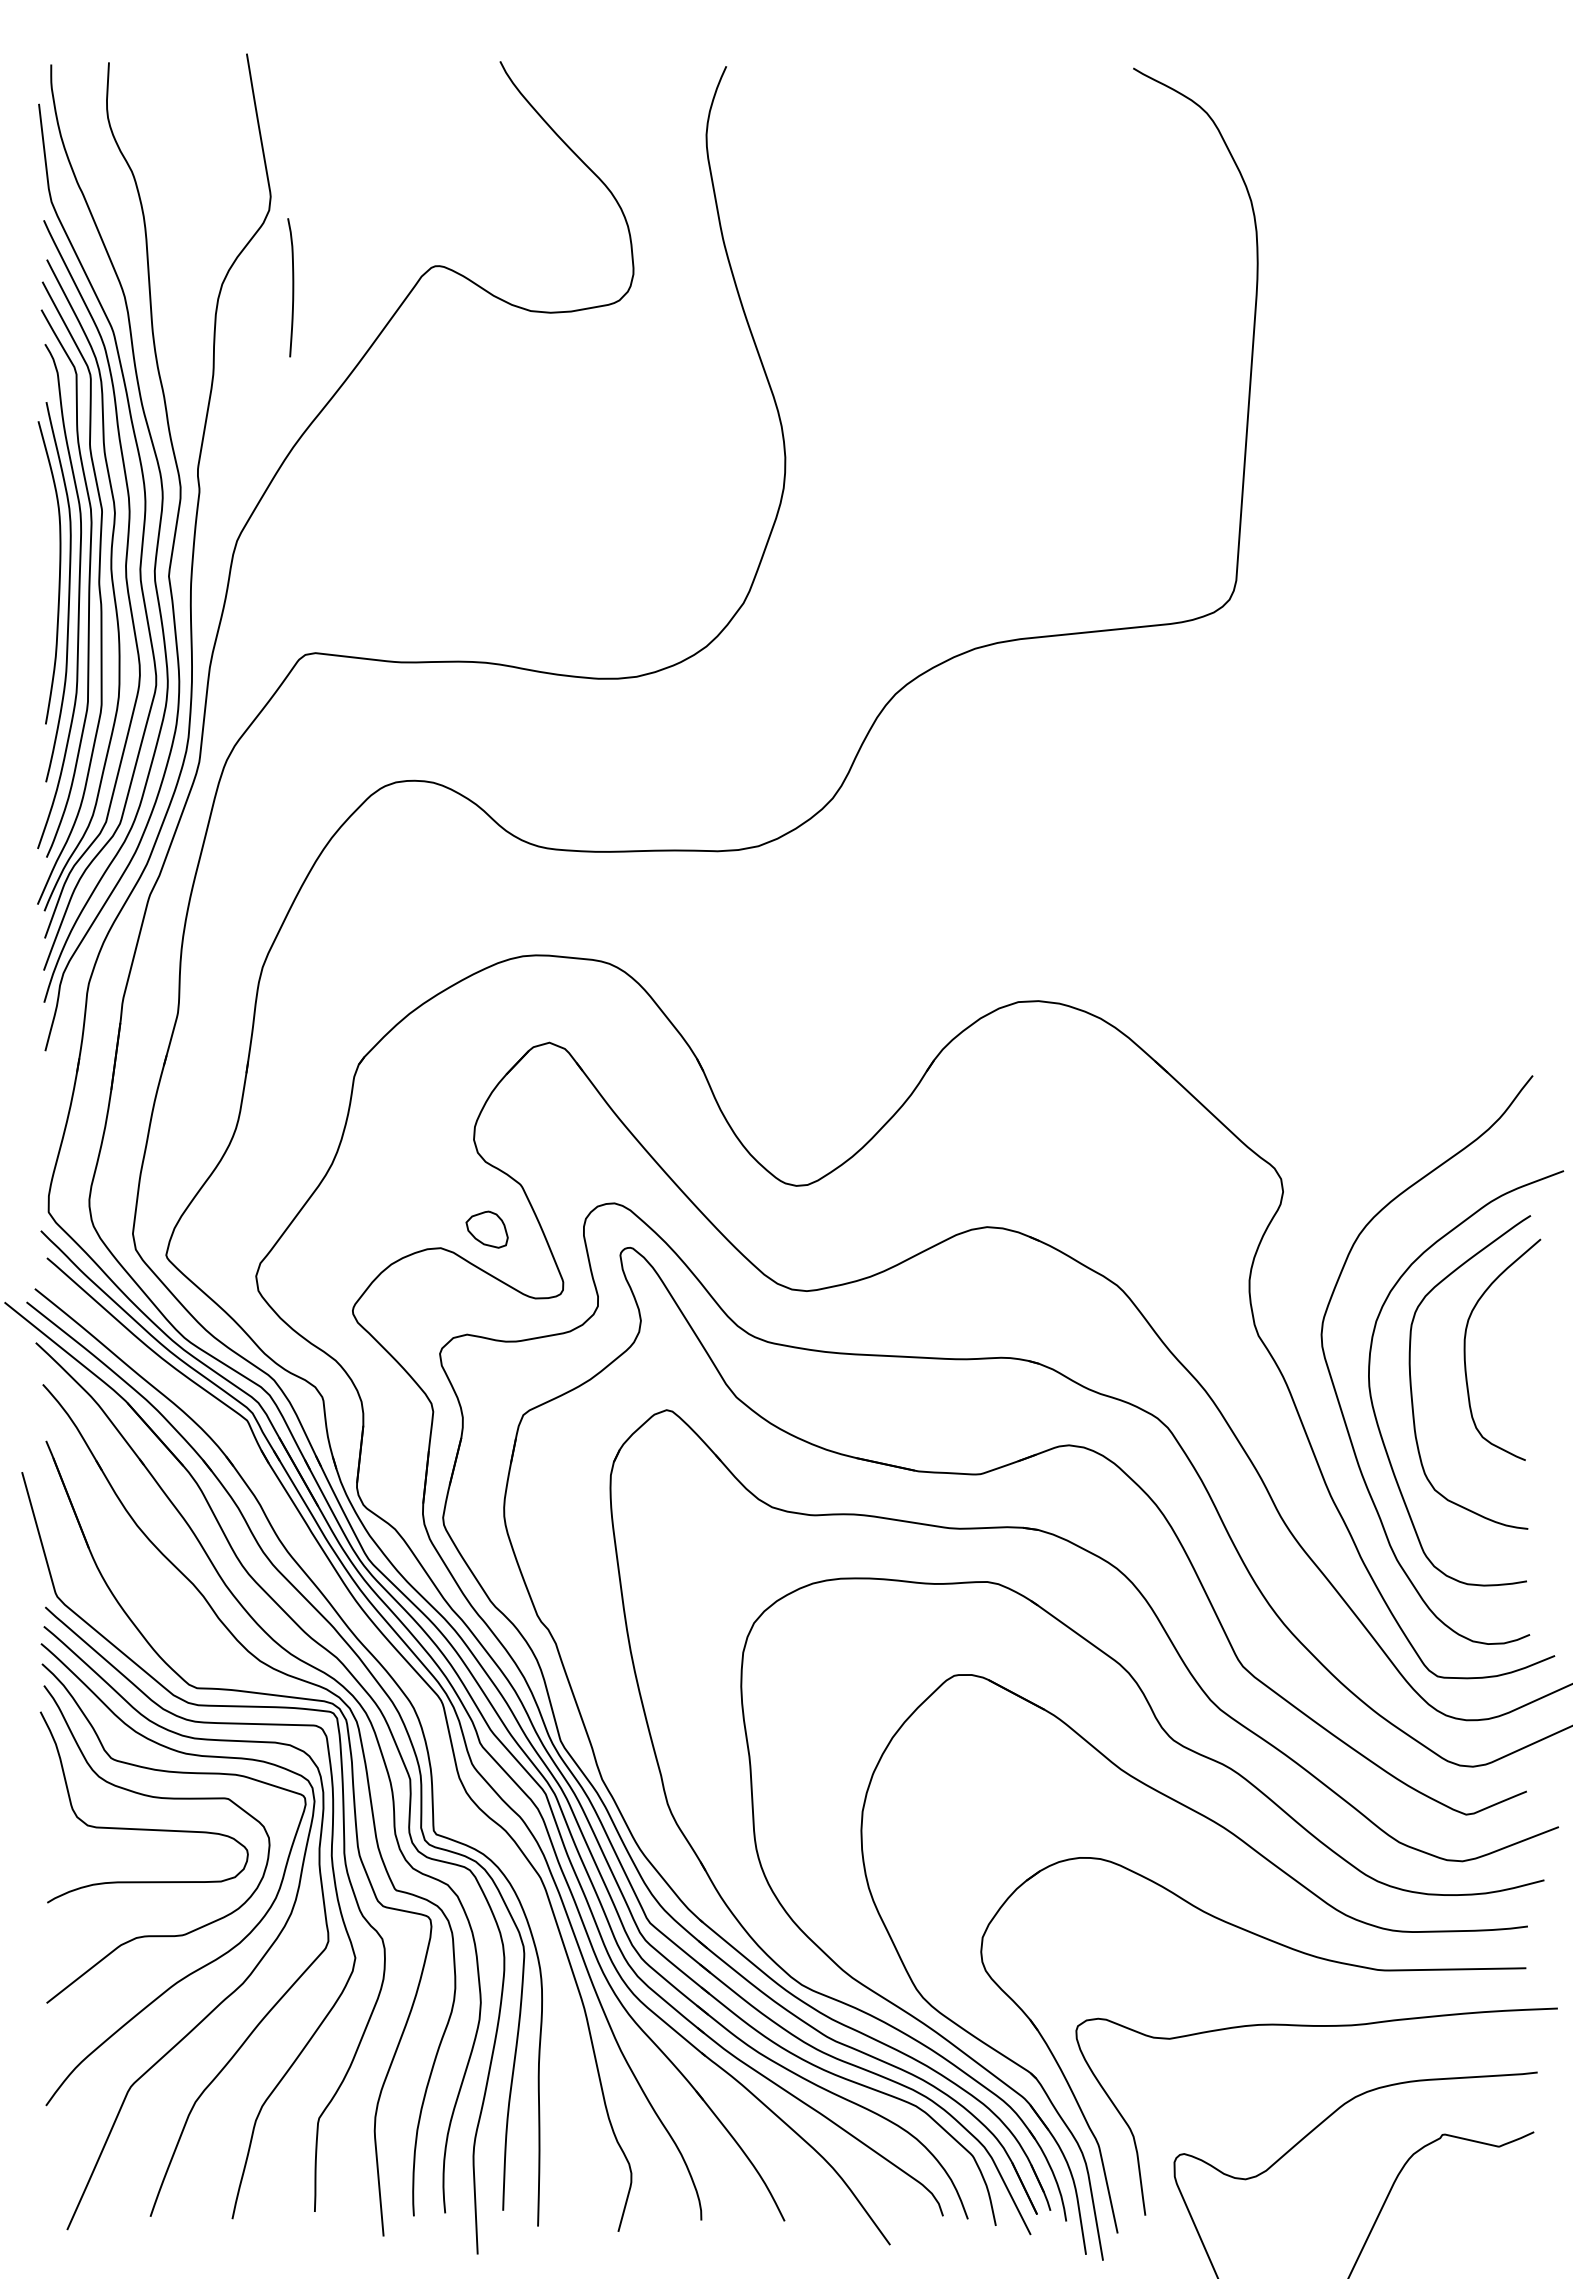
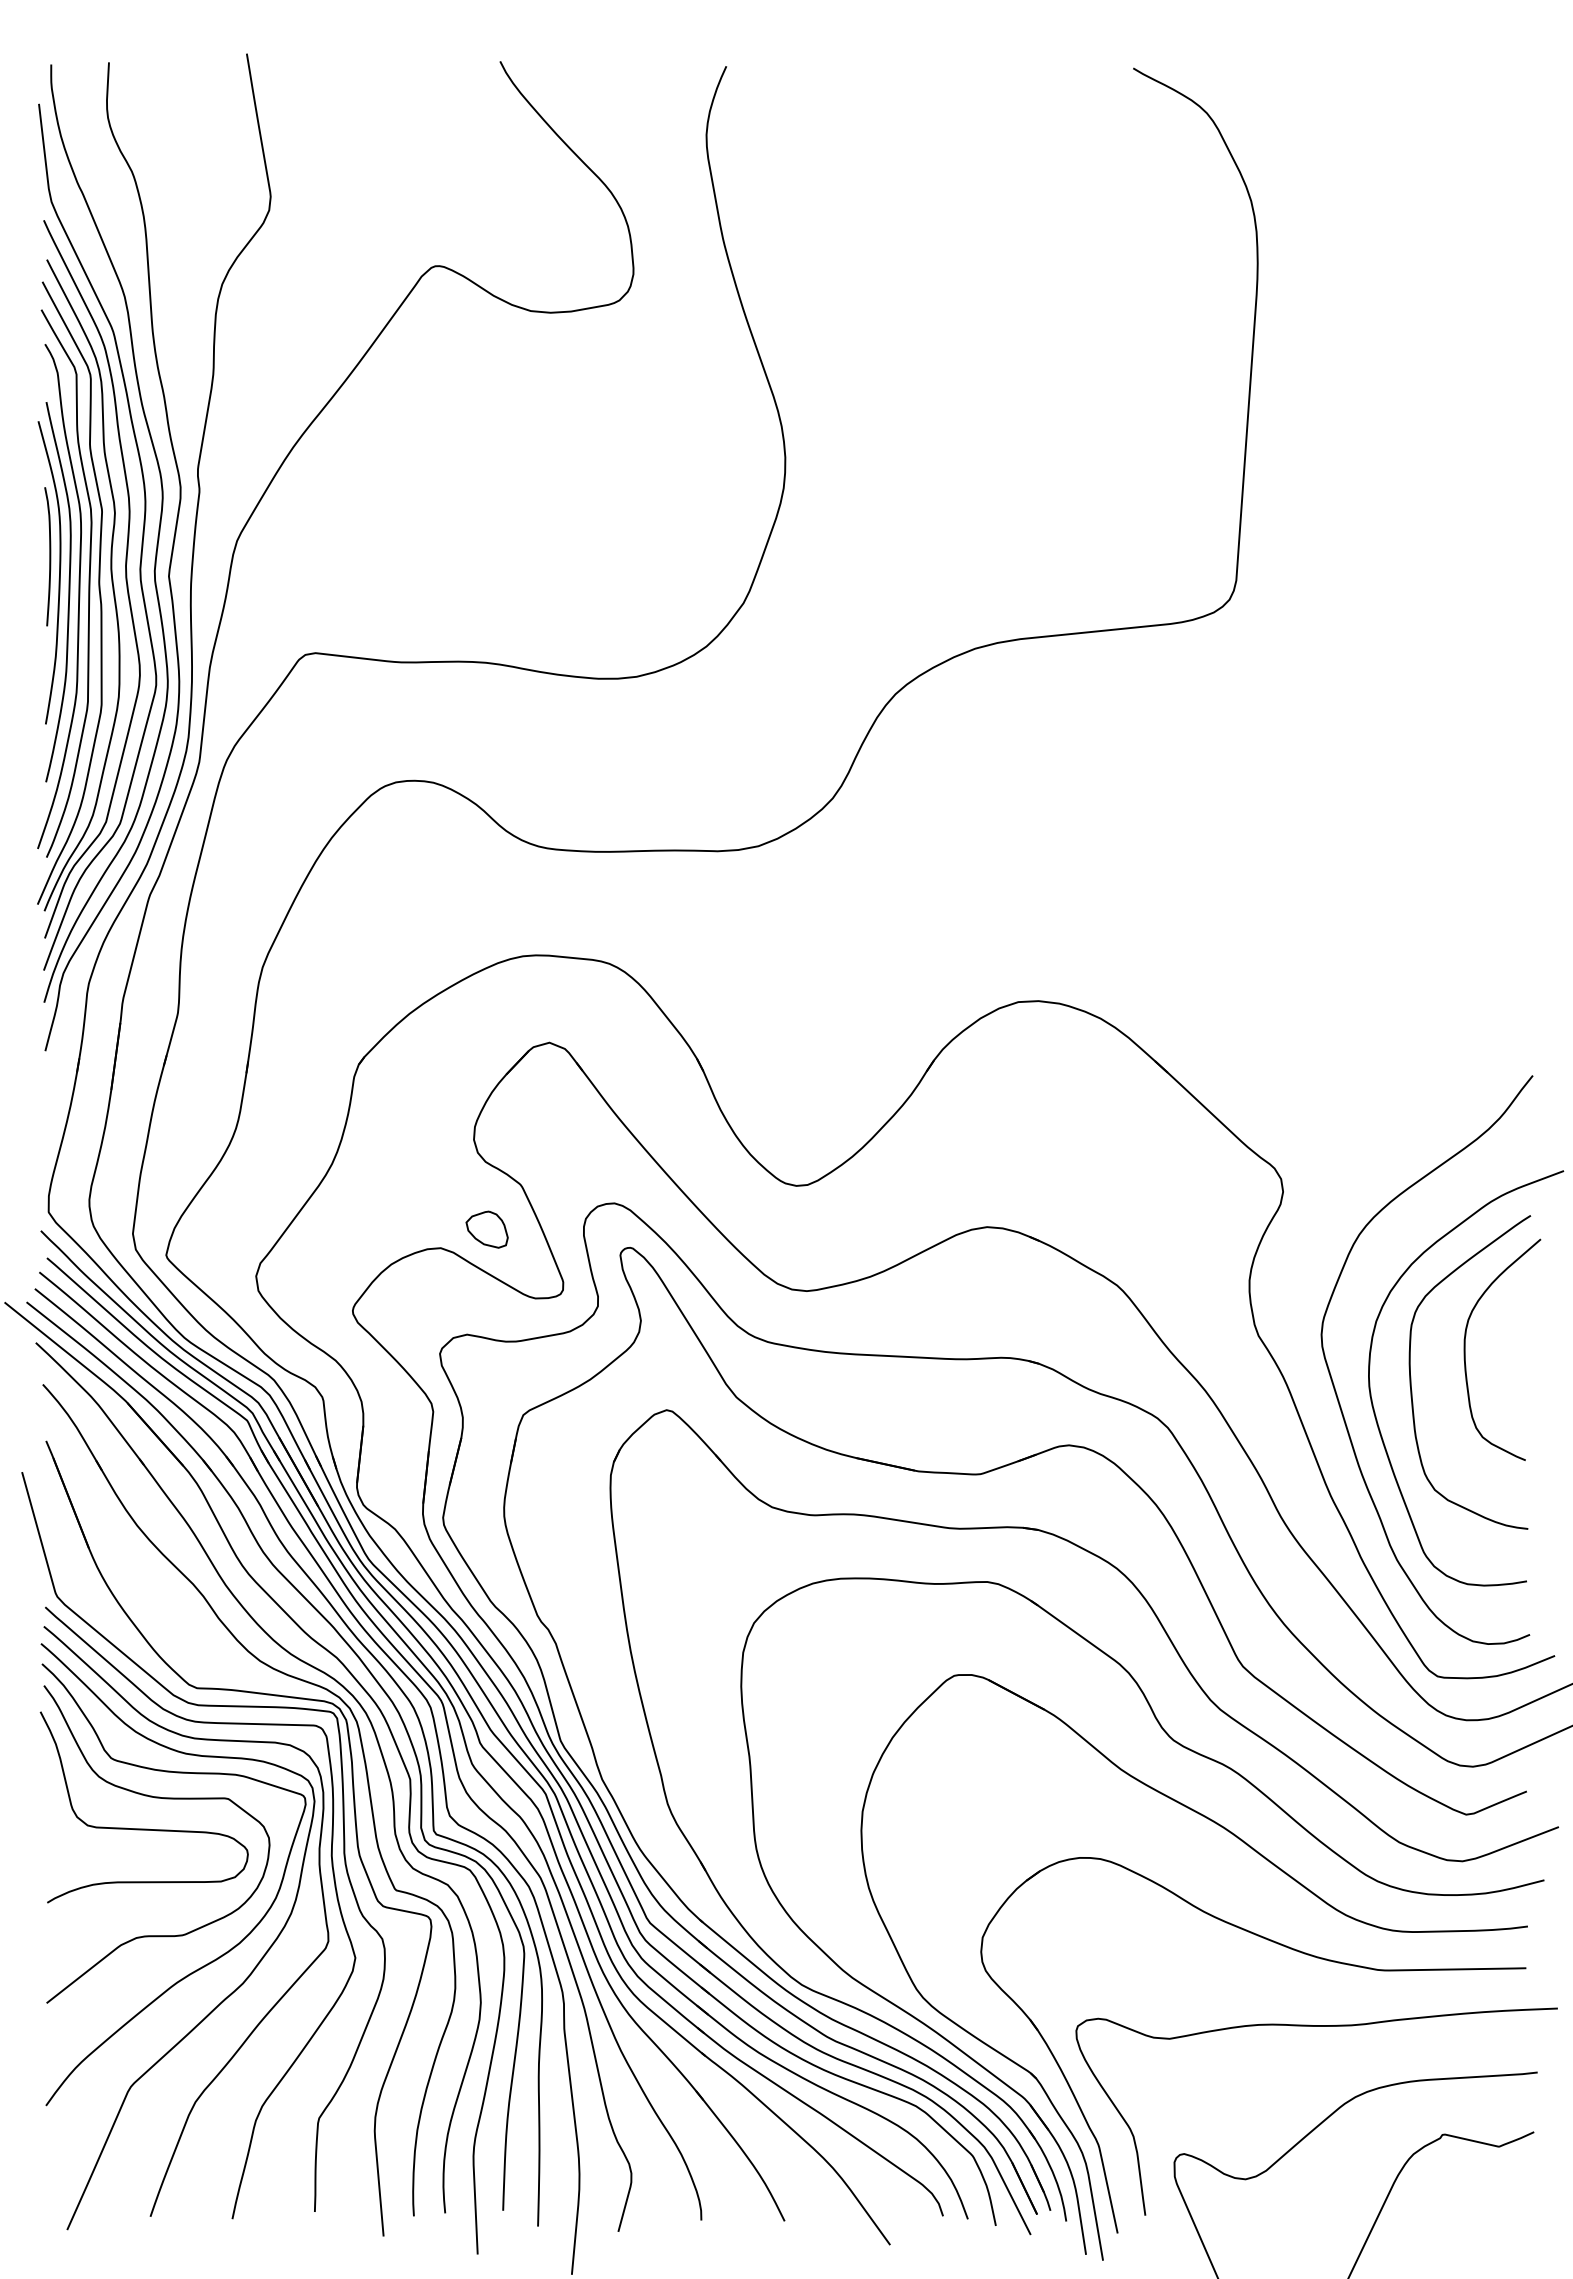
curve at (292, 287) position: (292, 287) -> (49, 556)
part at (437, 1745): none -> present
